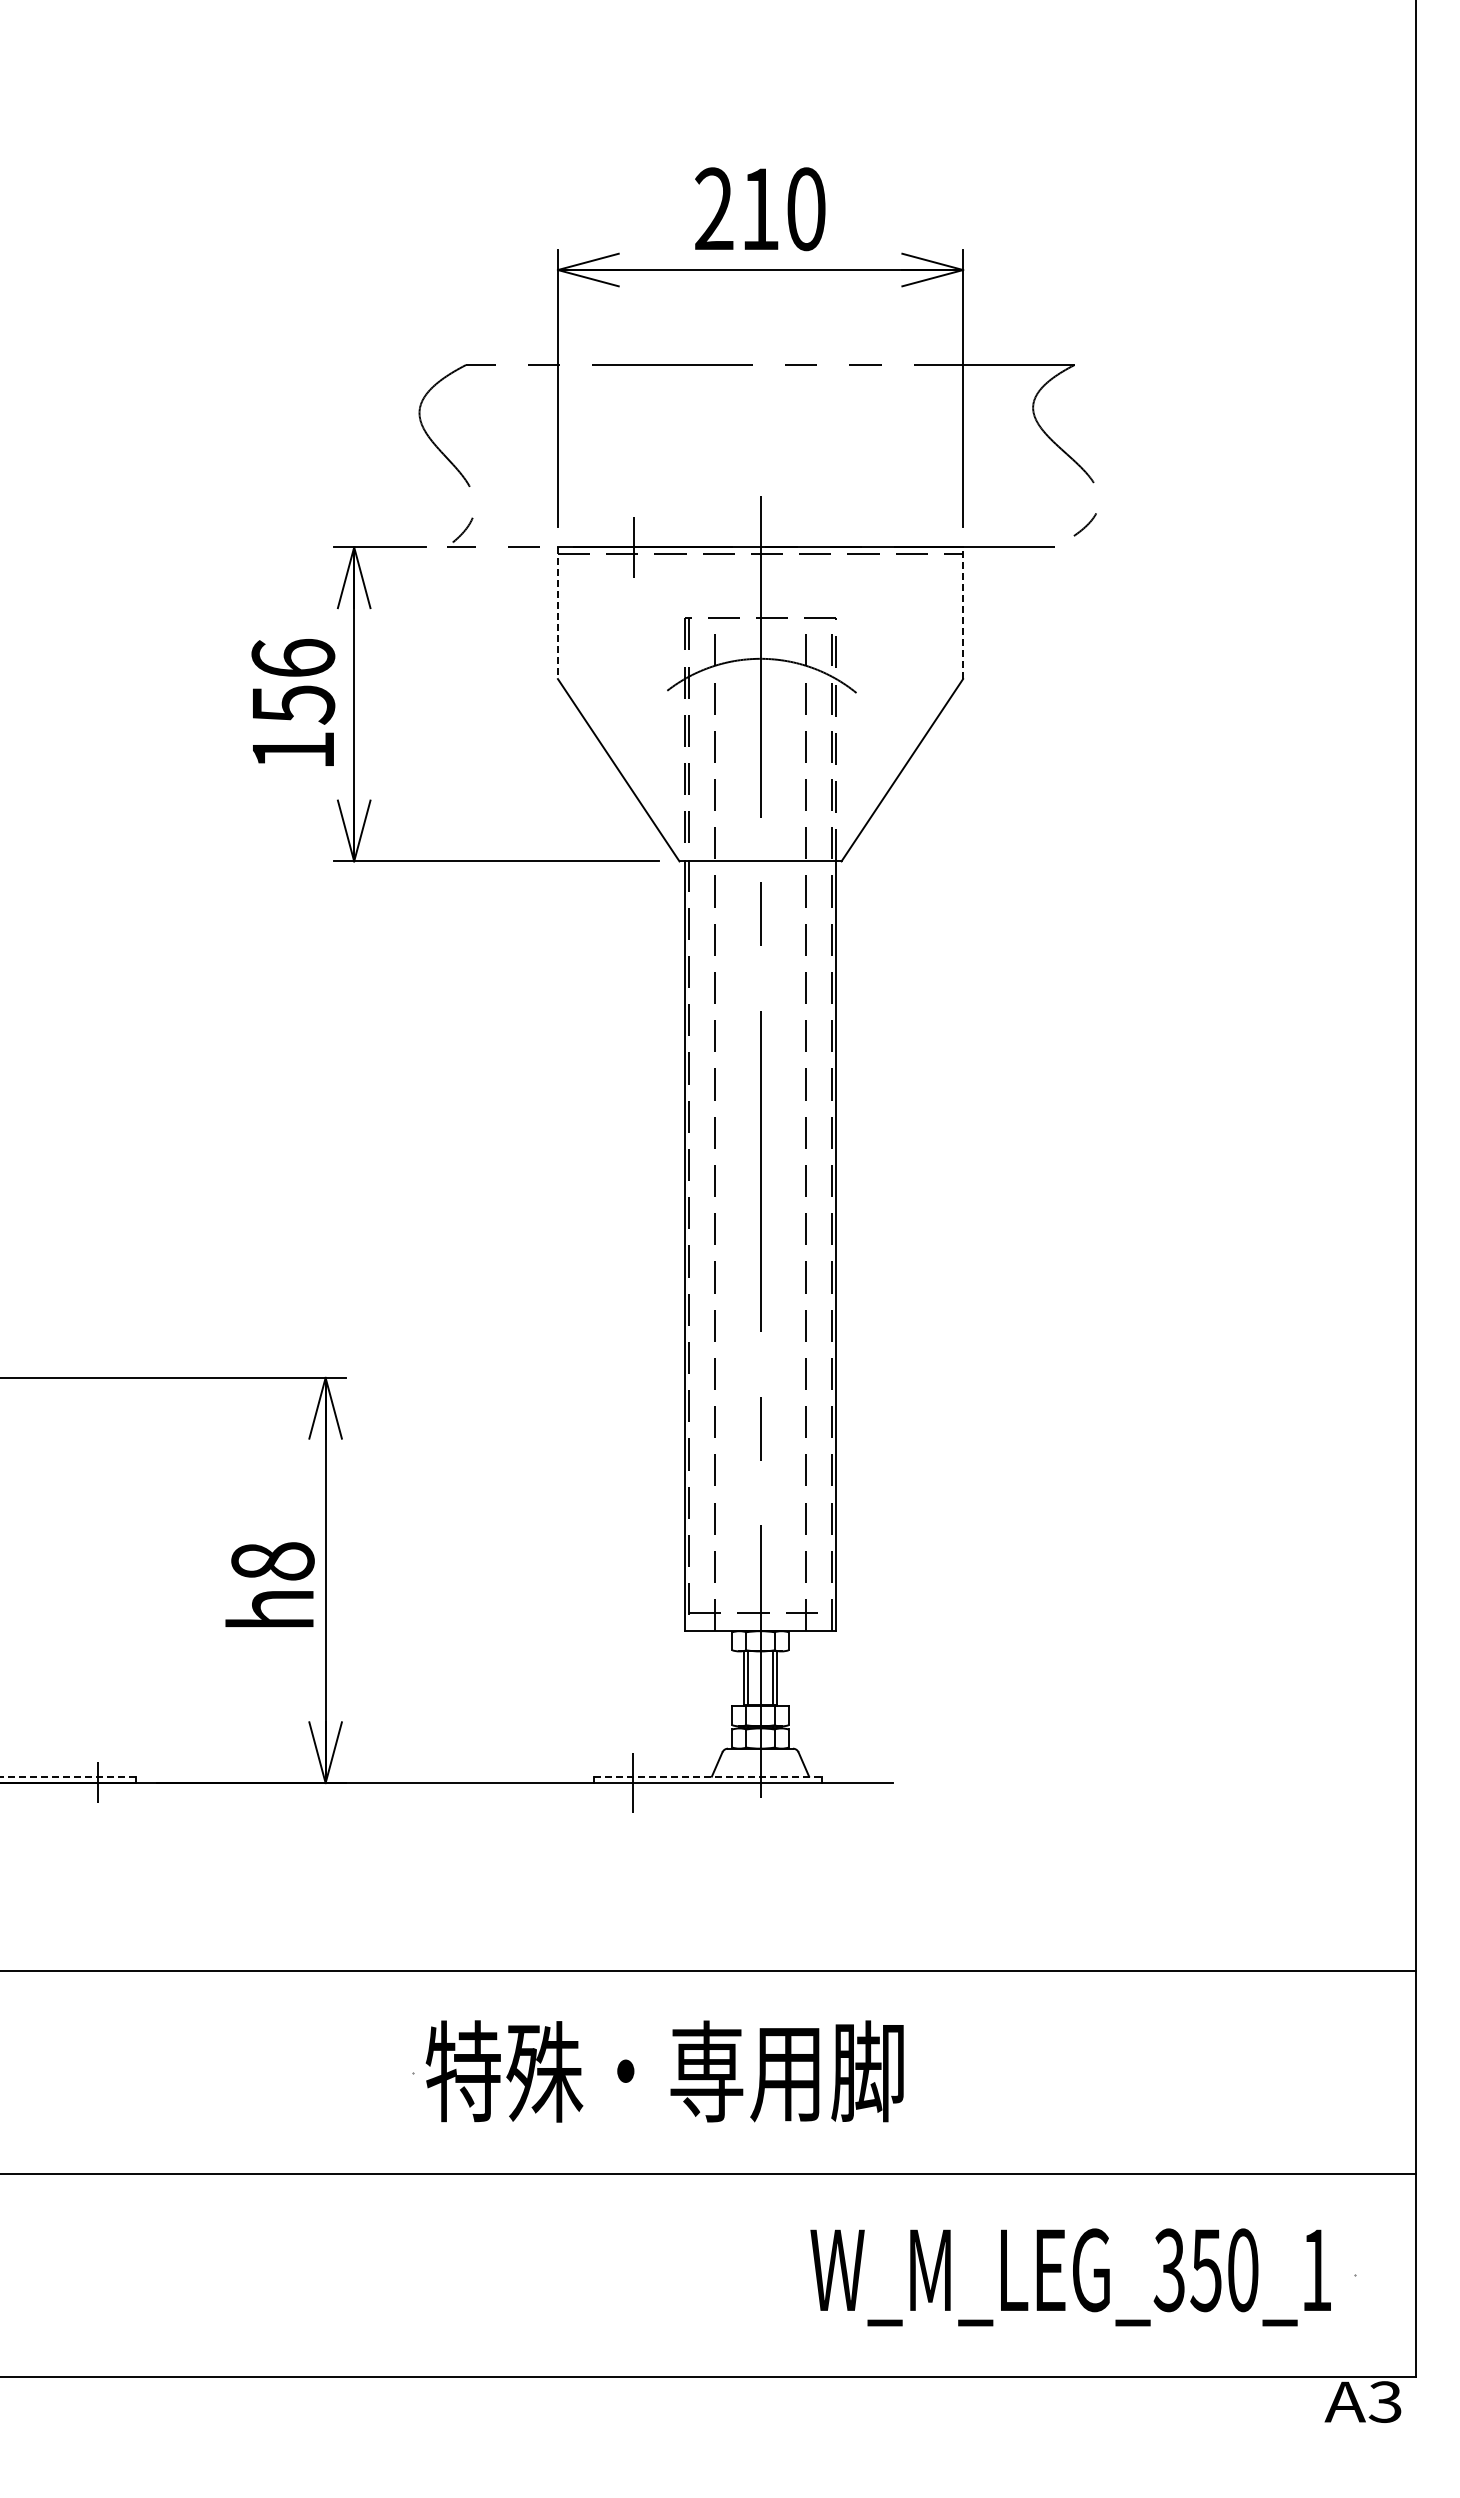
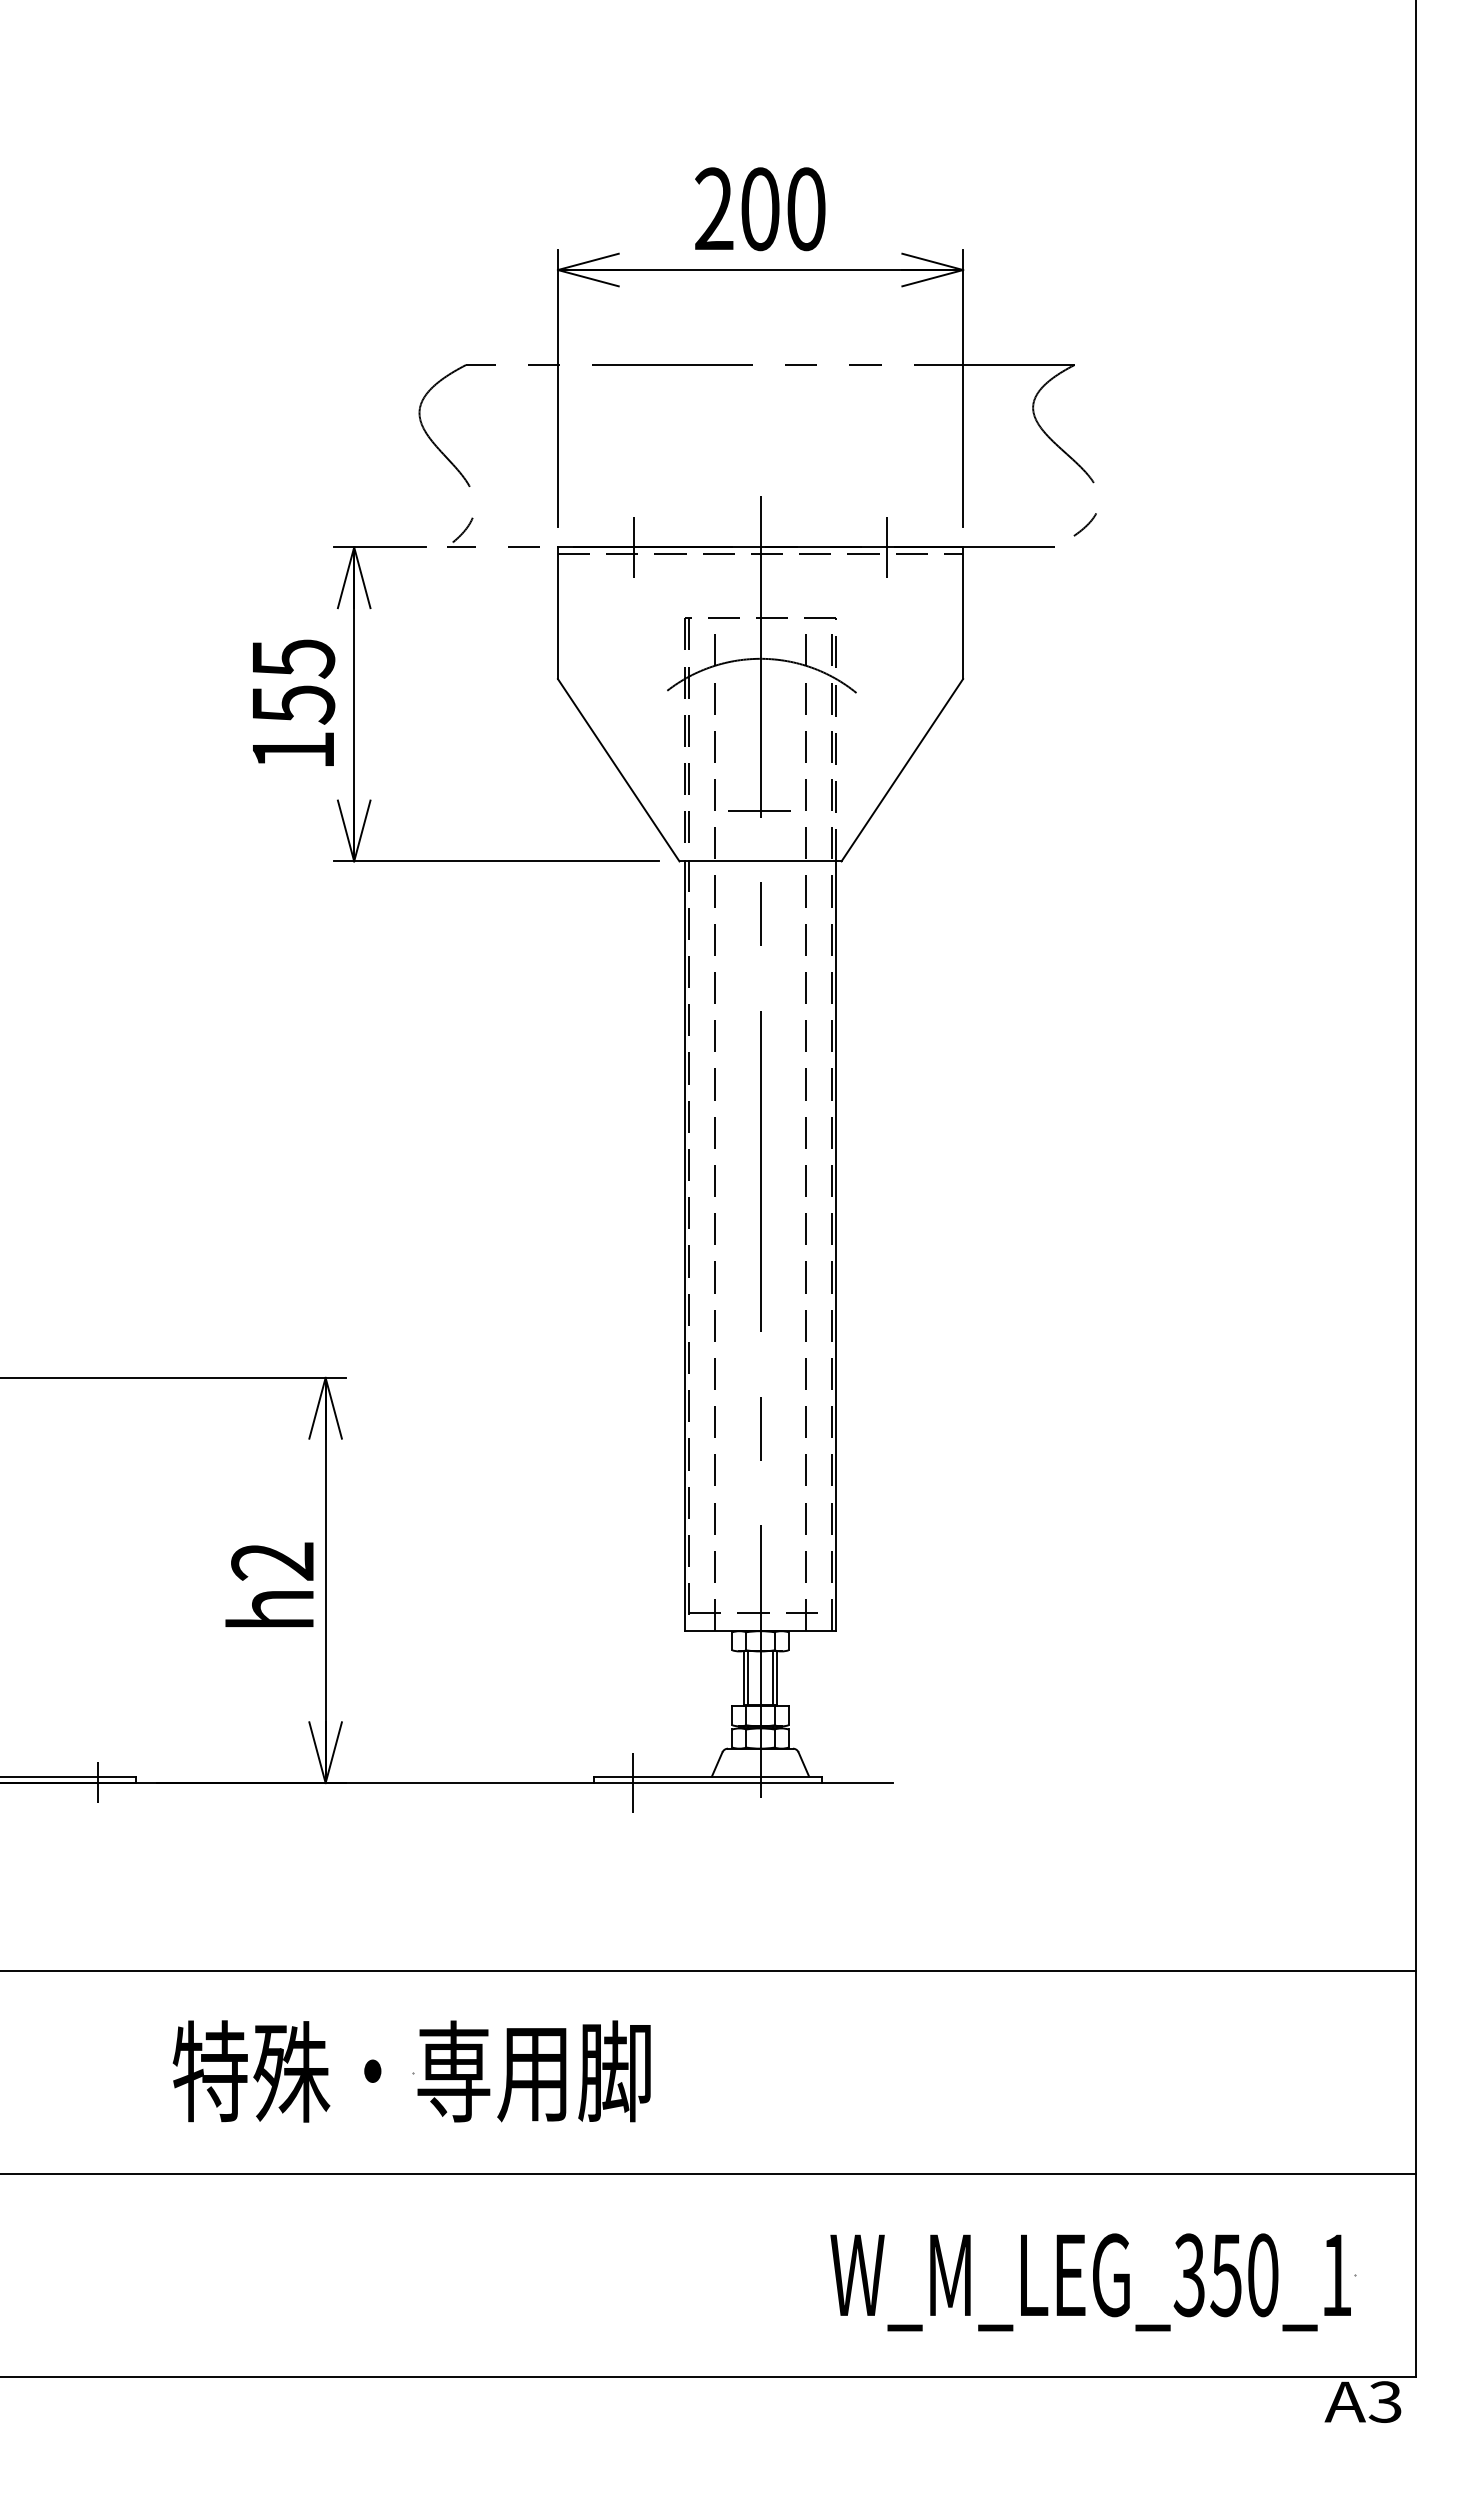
text at (760, 209): 210 -> 200
line at (887, 547): none -> present
line at (557, 613): dashed -> solid
line at (963, 613): dashed -> solid
text at (293, 658): 156 -> 155
line at (759, 810): none -> present
text at (272, 1561): h8 -> h2
line at (68, 1776): dashed -> solid
line at (708, 1776): dashed -> solid
text at (664, 2071) position: (664, 2071) -> (411, 2071)
text at (1070, 2277) position: (1070, 2277) -> (1090, 2282)
